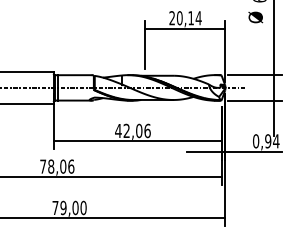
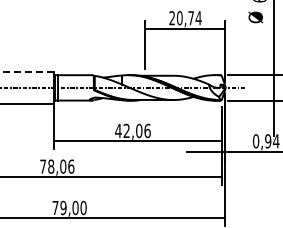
text at (190, 18): 20,14 -> 20,74
line at (26, 71): solid -> dashed
